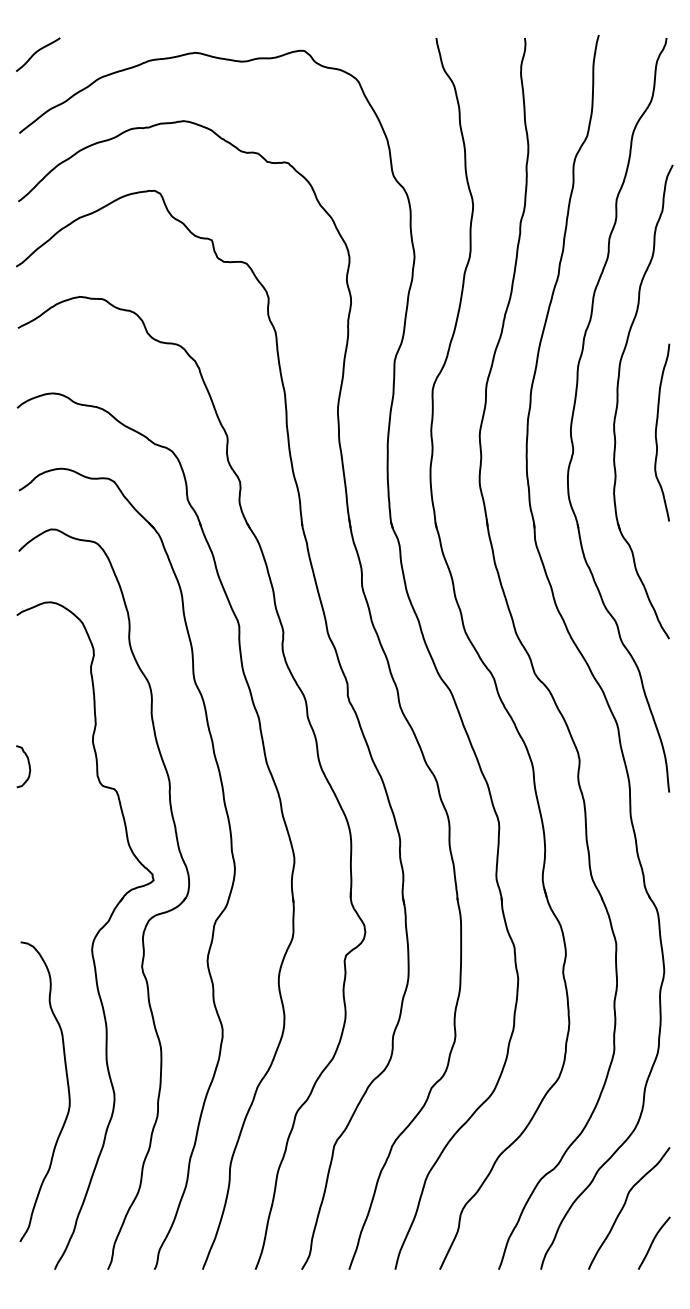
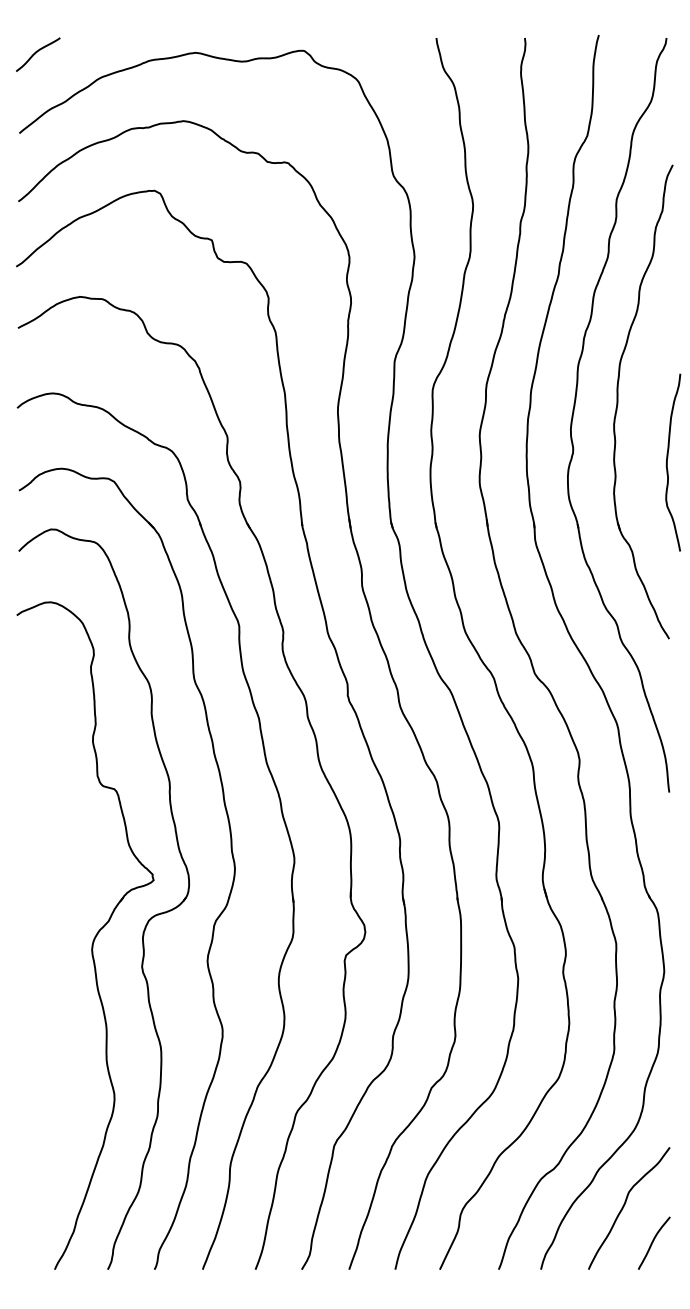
curve at (656, 432) position: (656, 432) -> (667, 462)
curve at (28, 766): present -> none
curve at (67, 1089): present -> none
